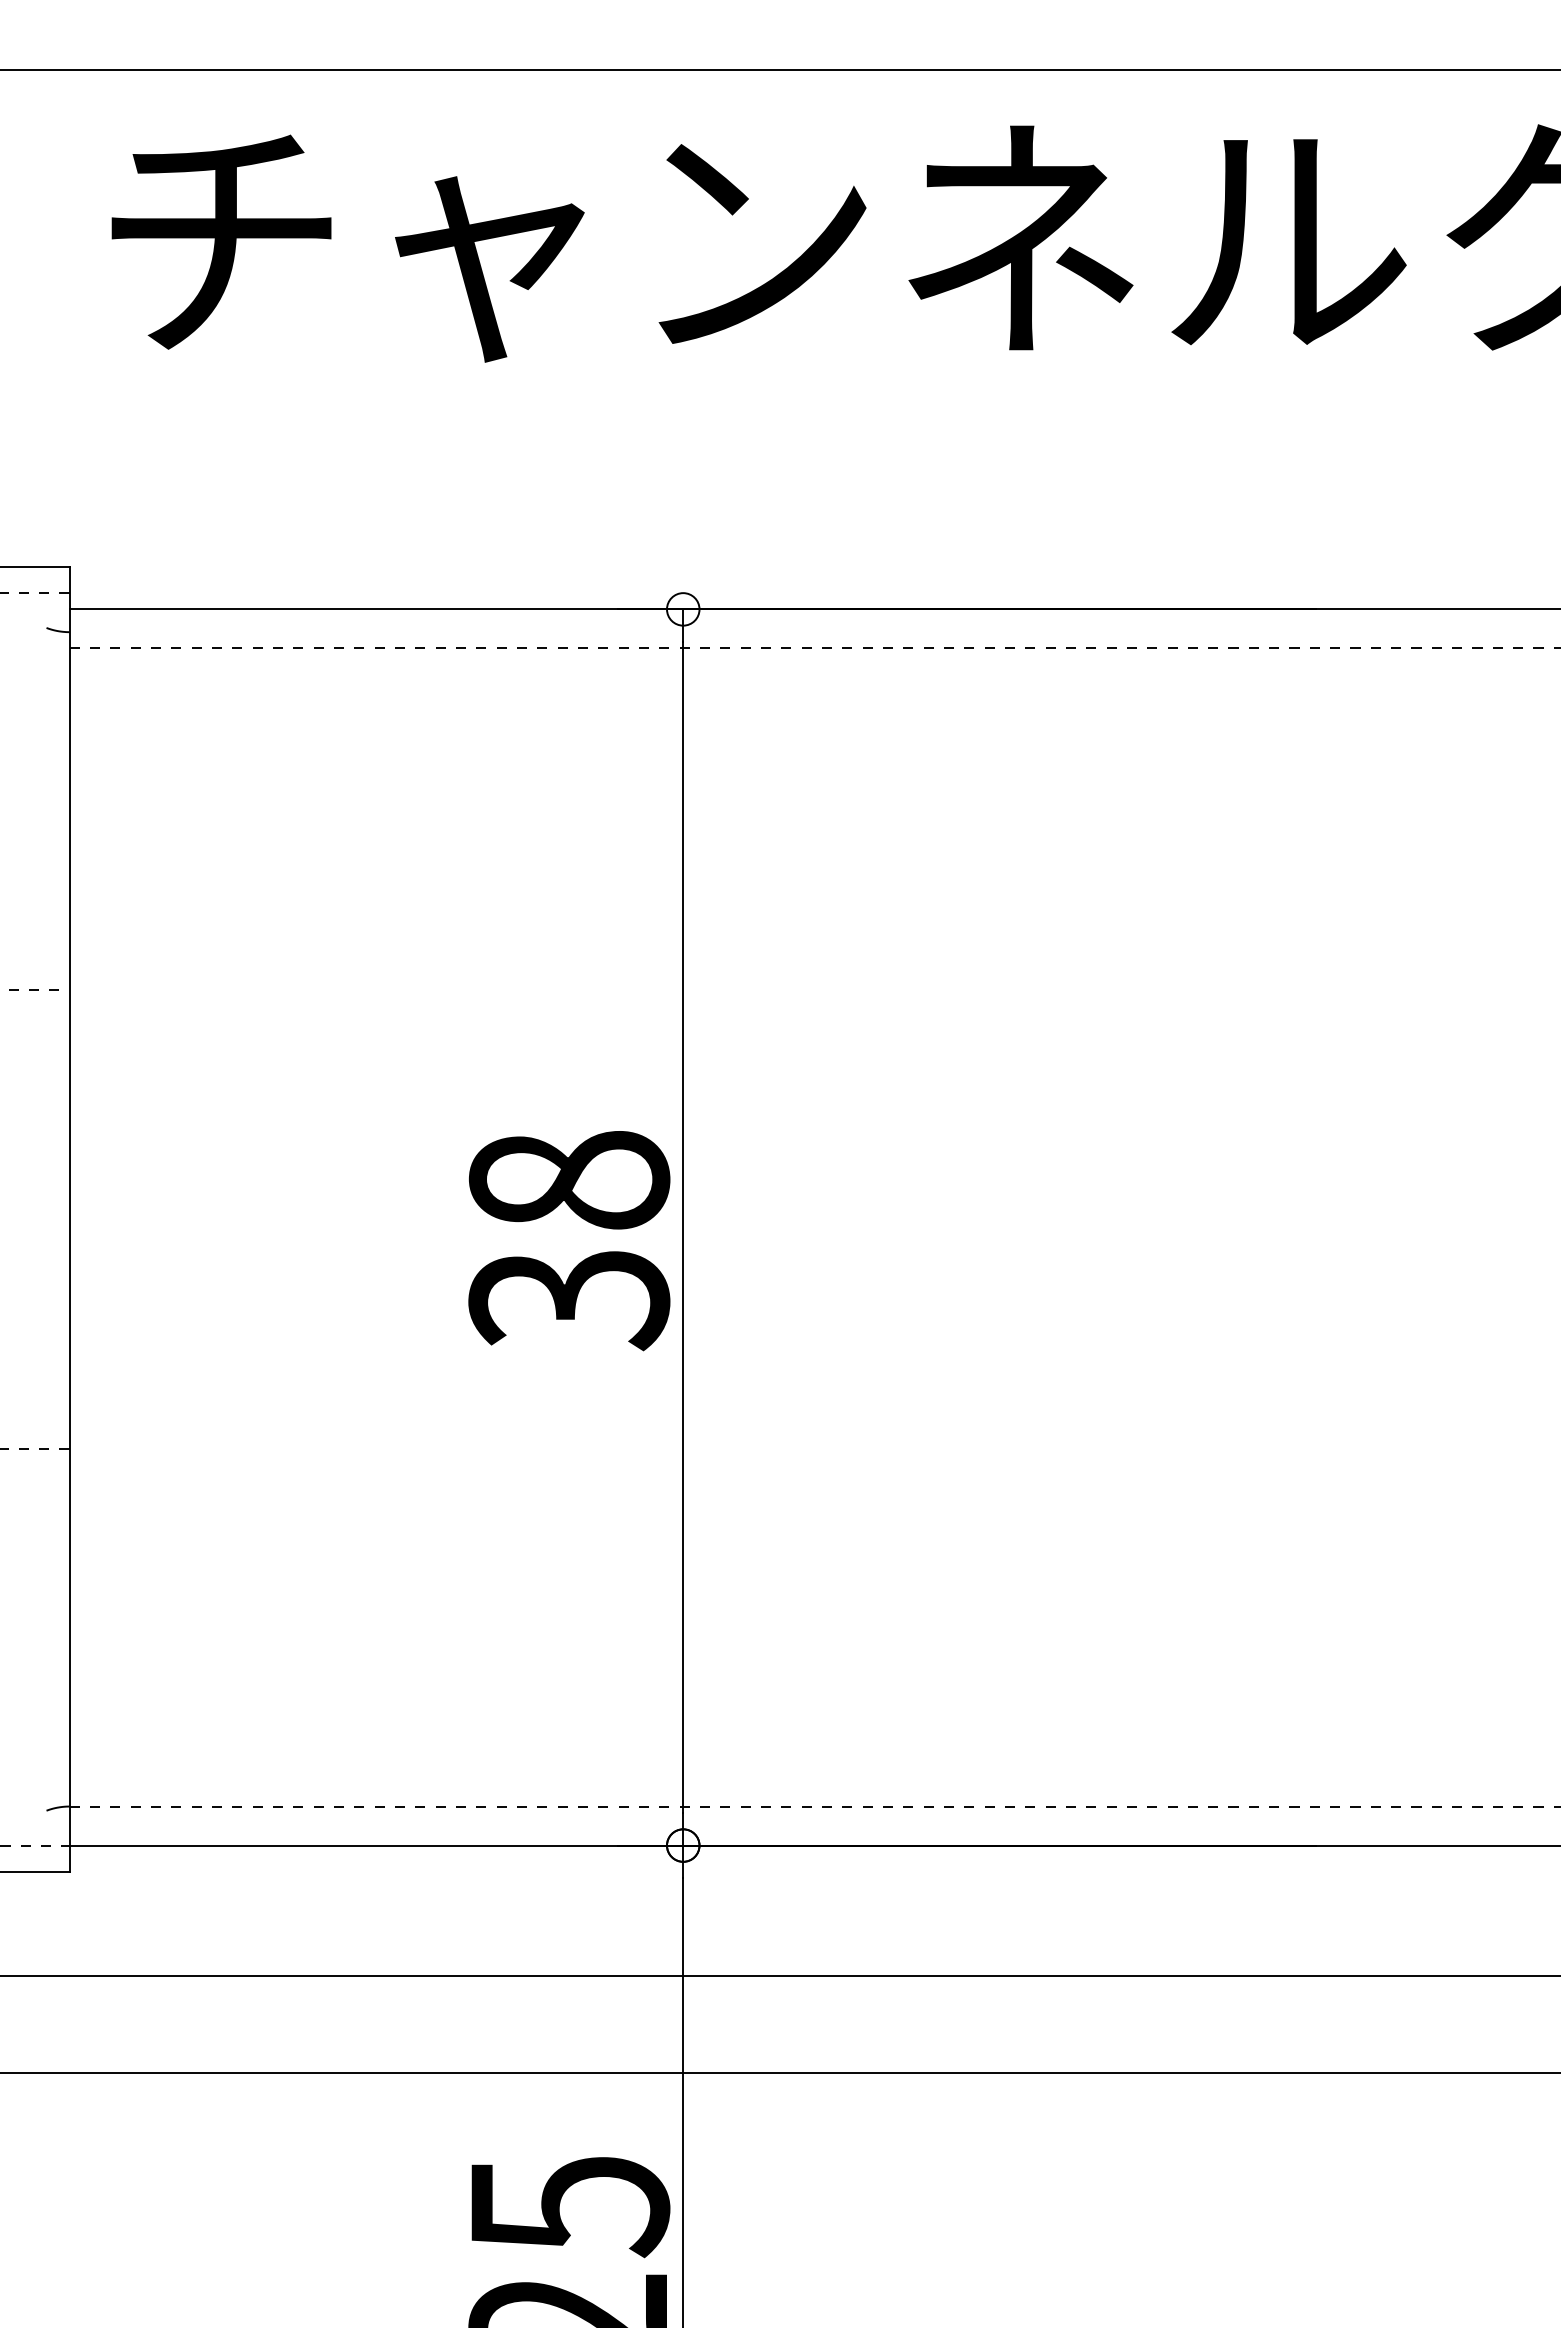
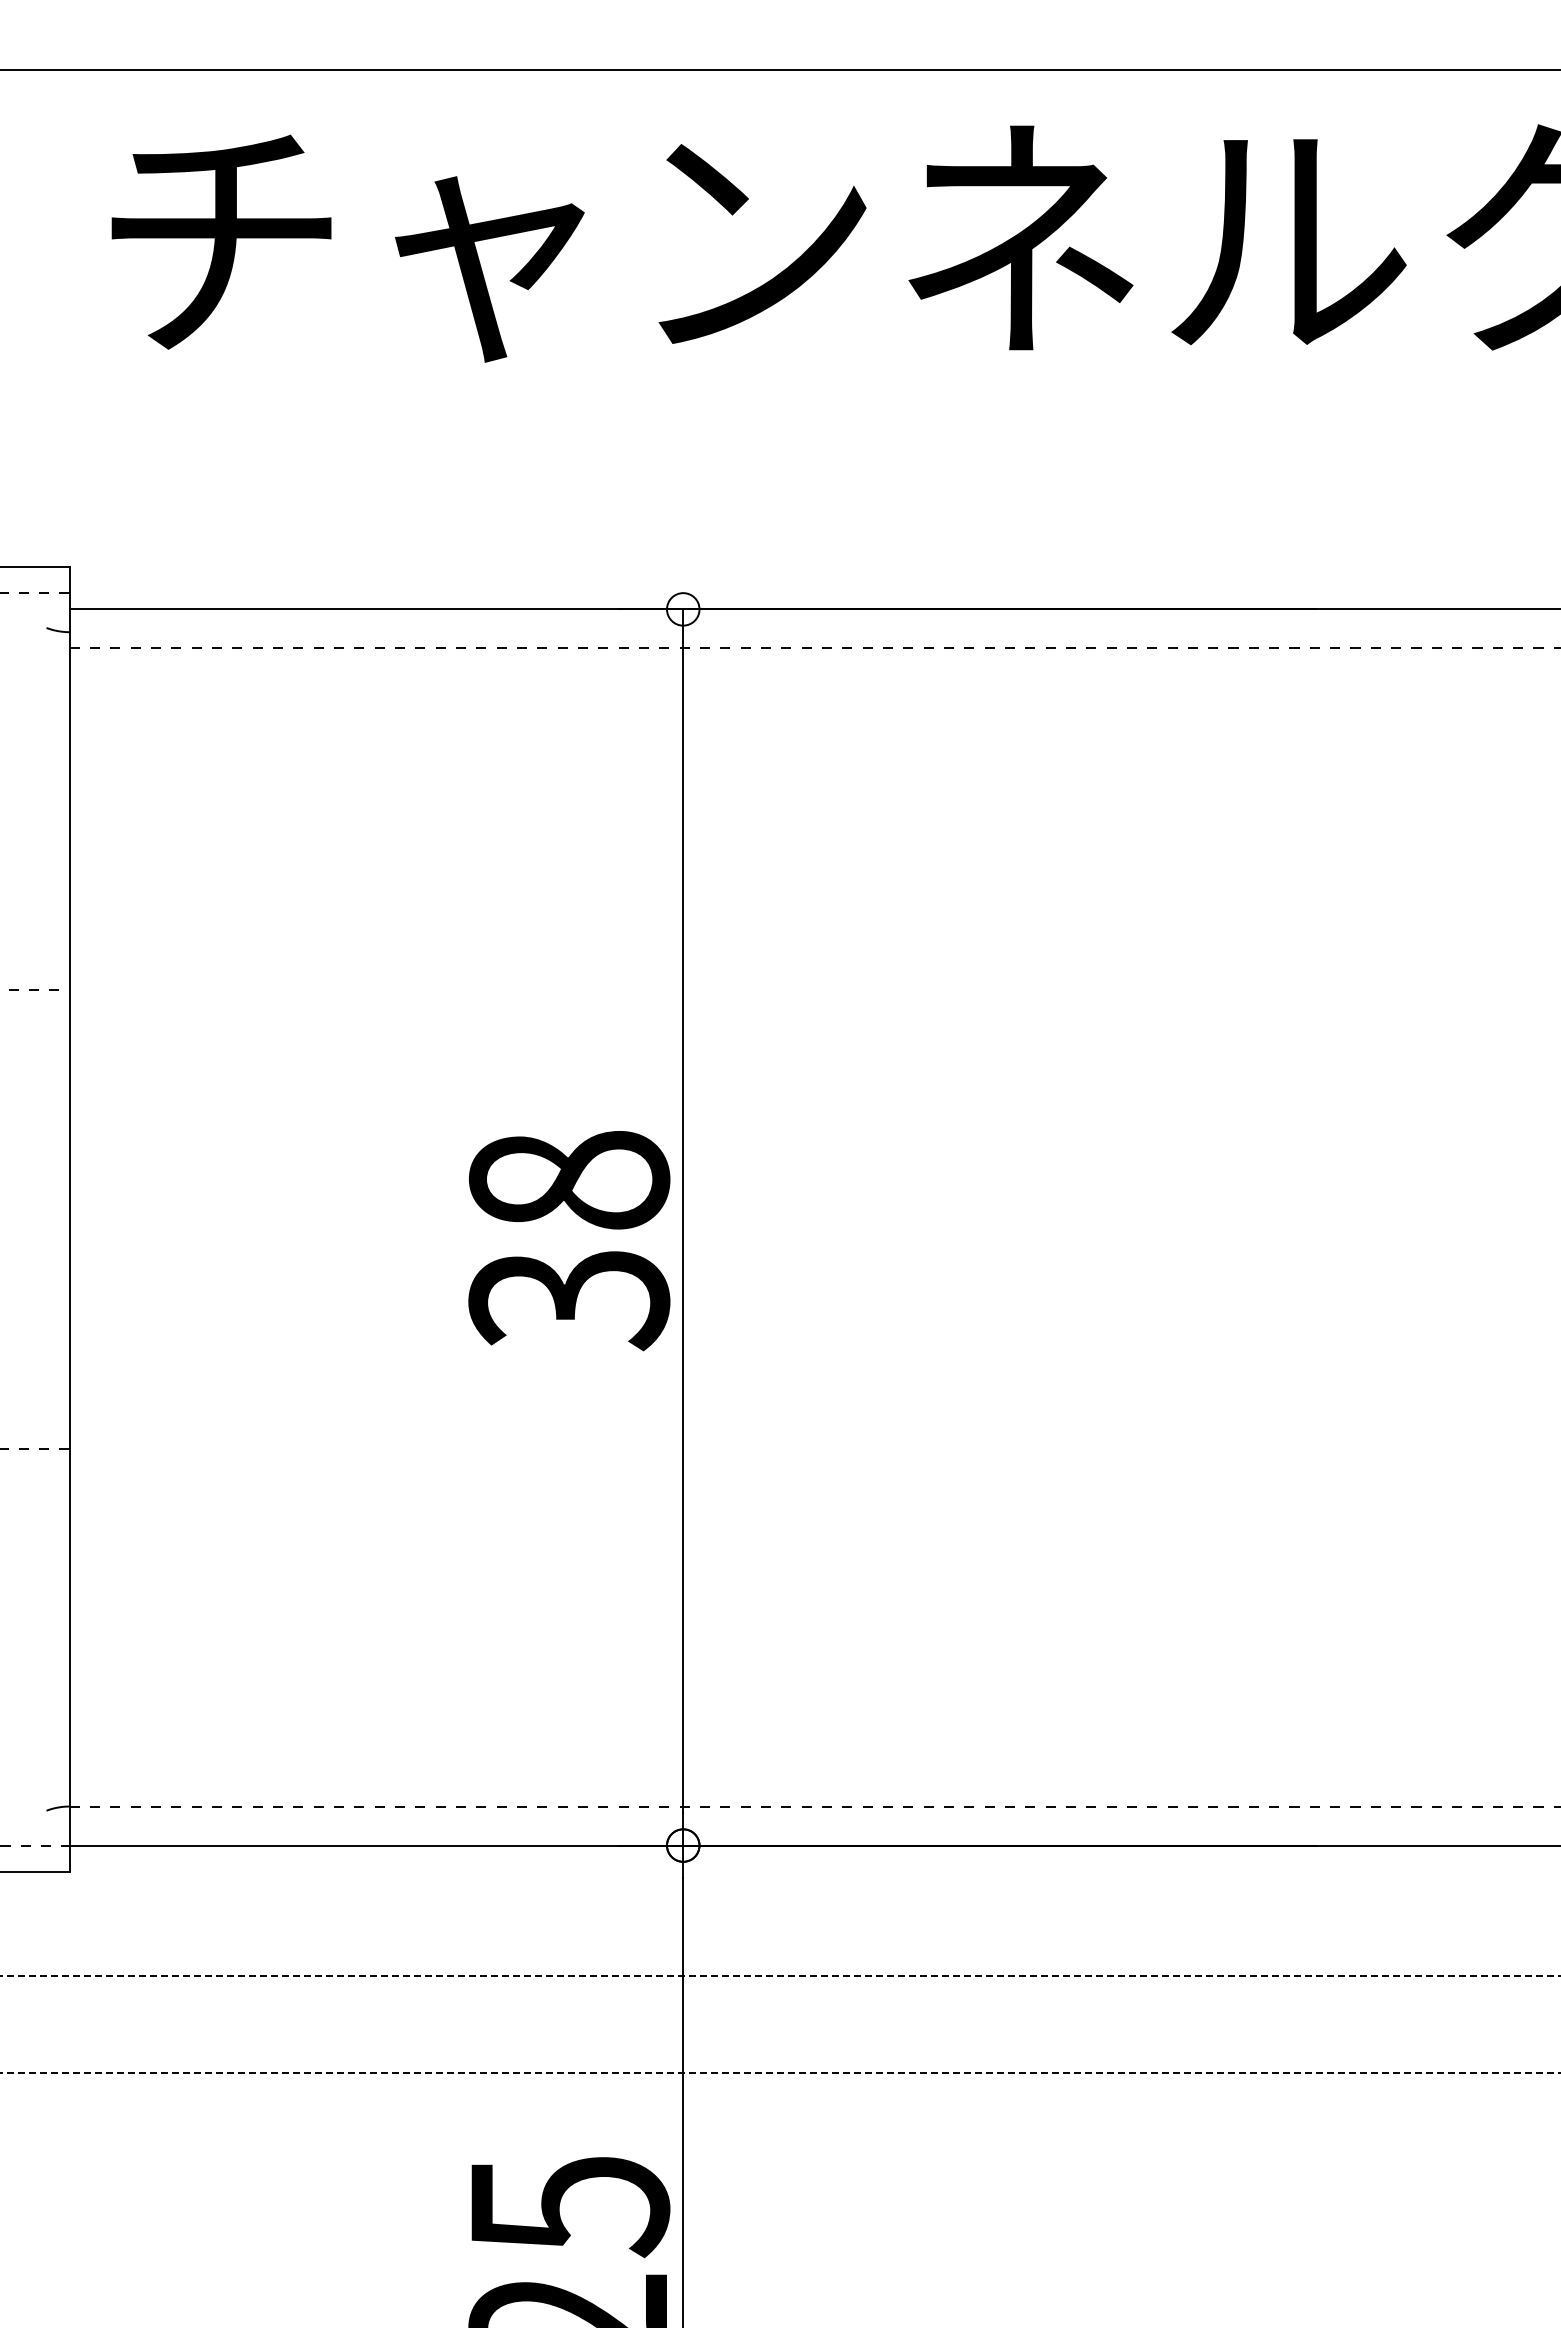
line at (779, 1975): solid -> dashed
line at (779, 2073): solid -> dashed
